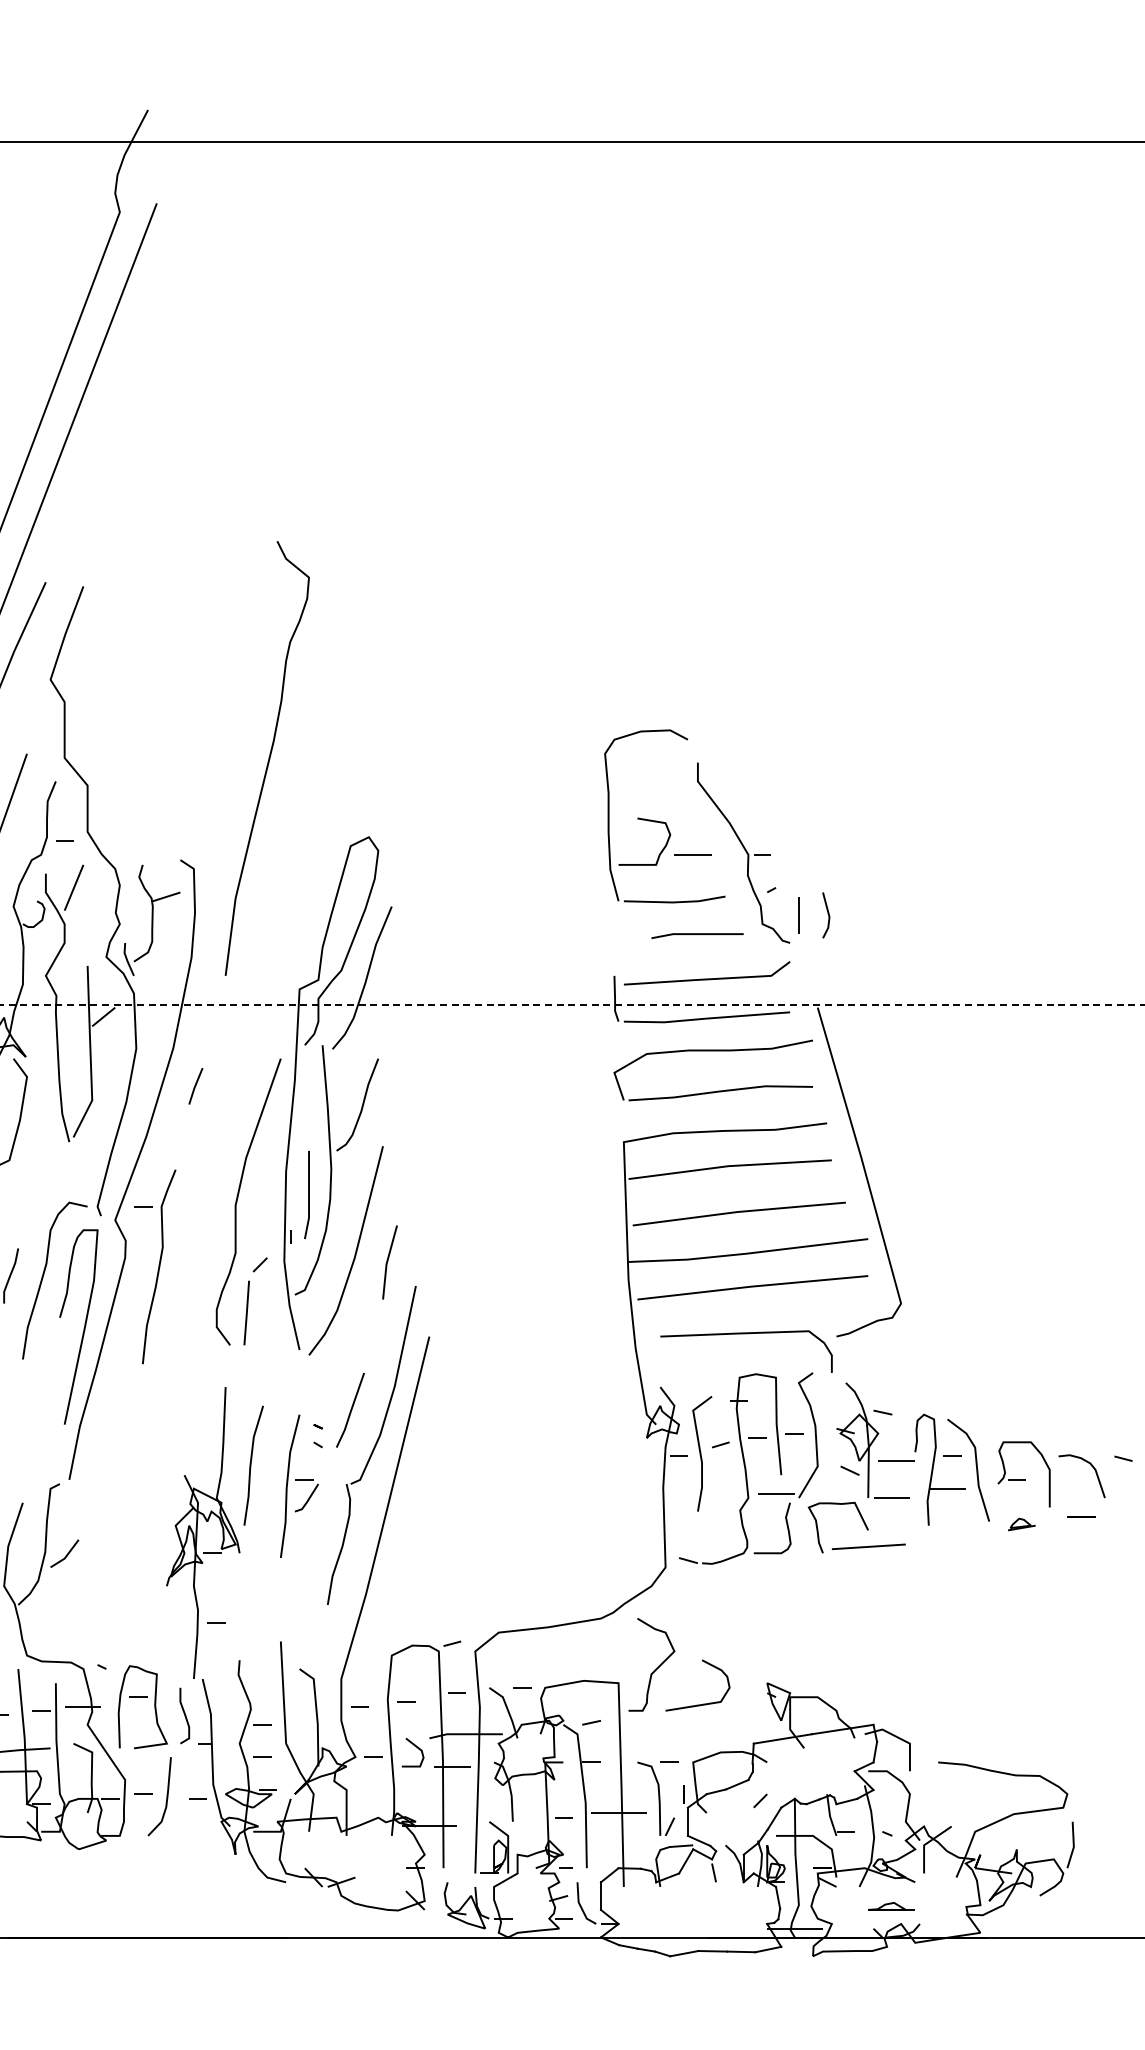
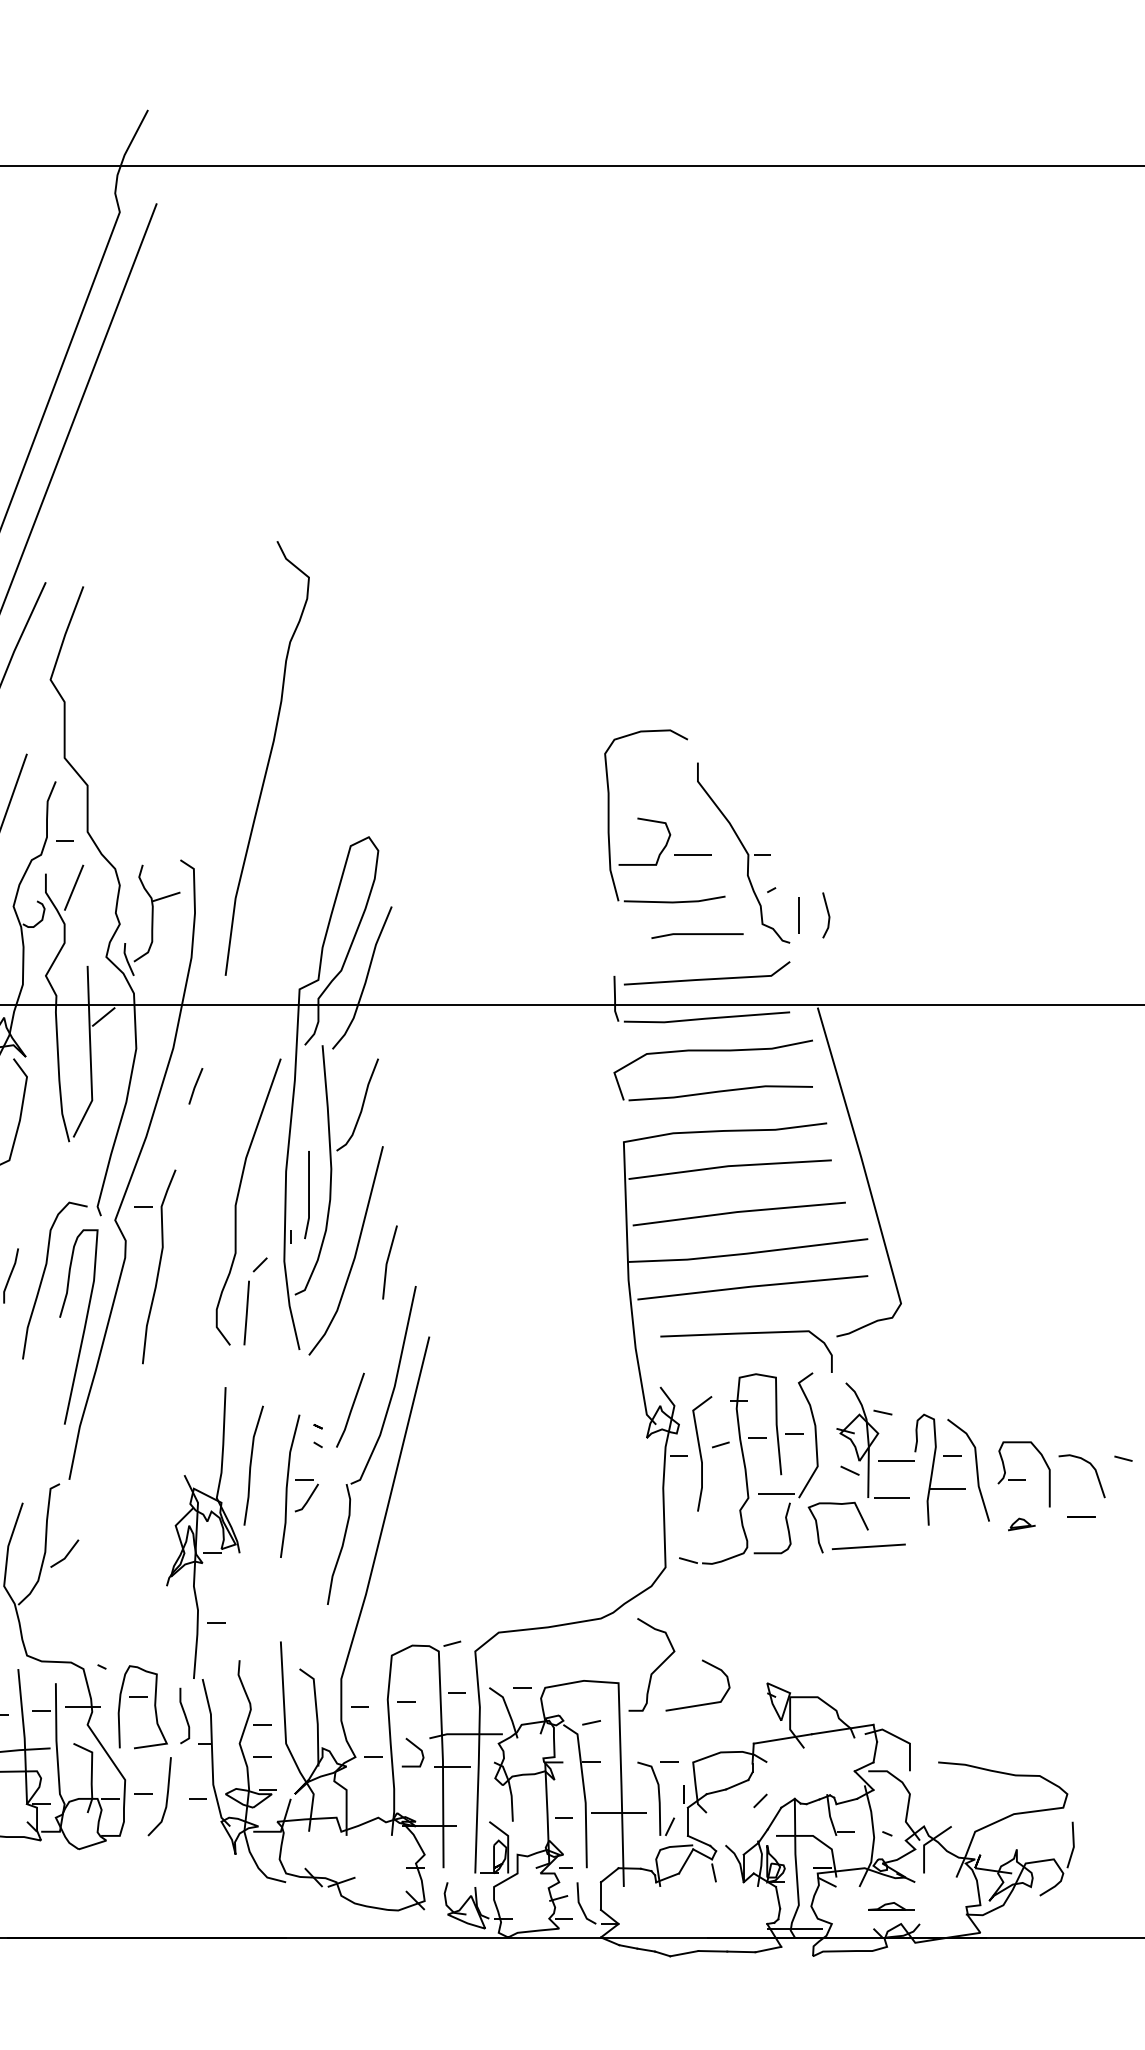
line at (571, 142) position: (571, 142) -> (571, 166)
line at (573, 1005): dashed -> solid
